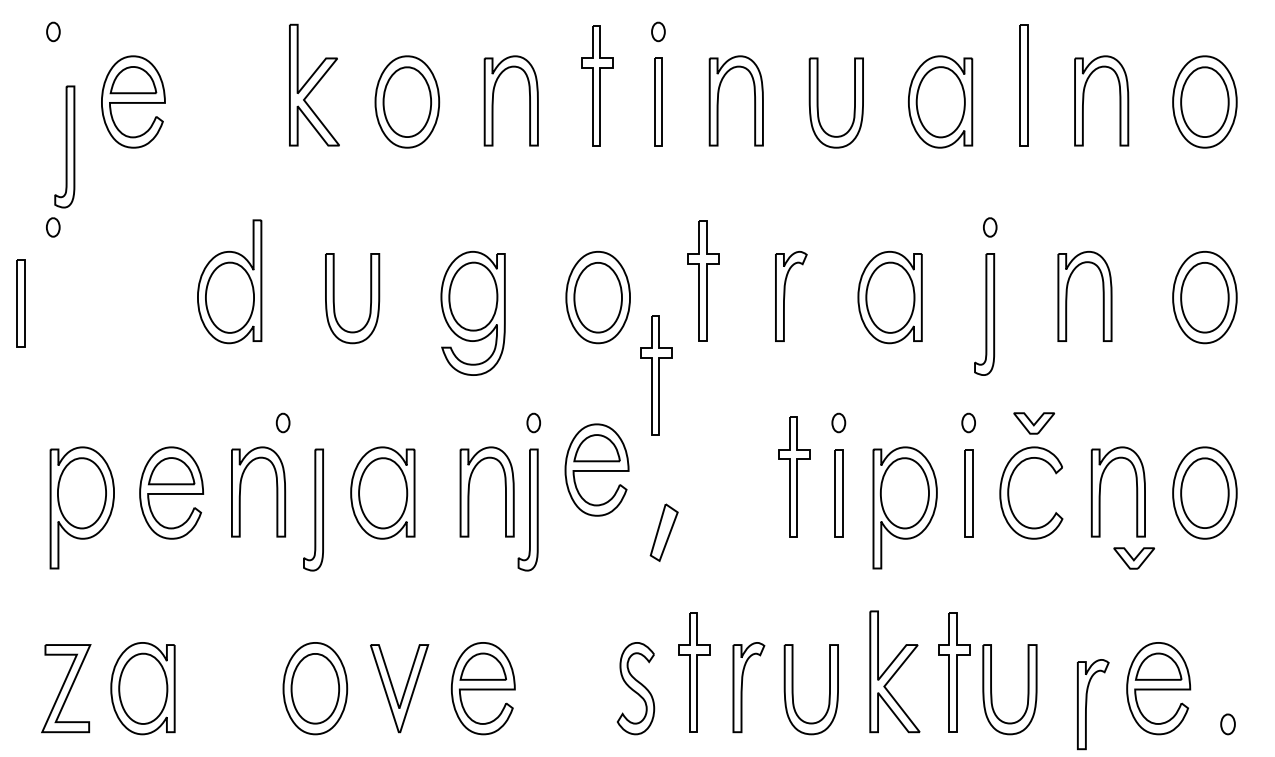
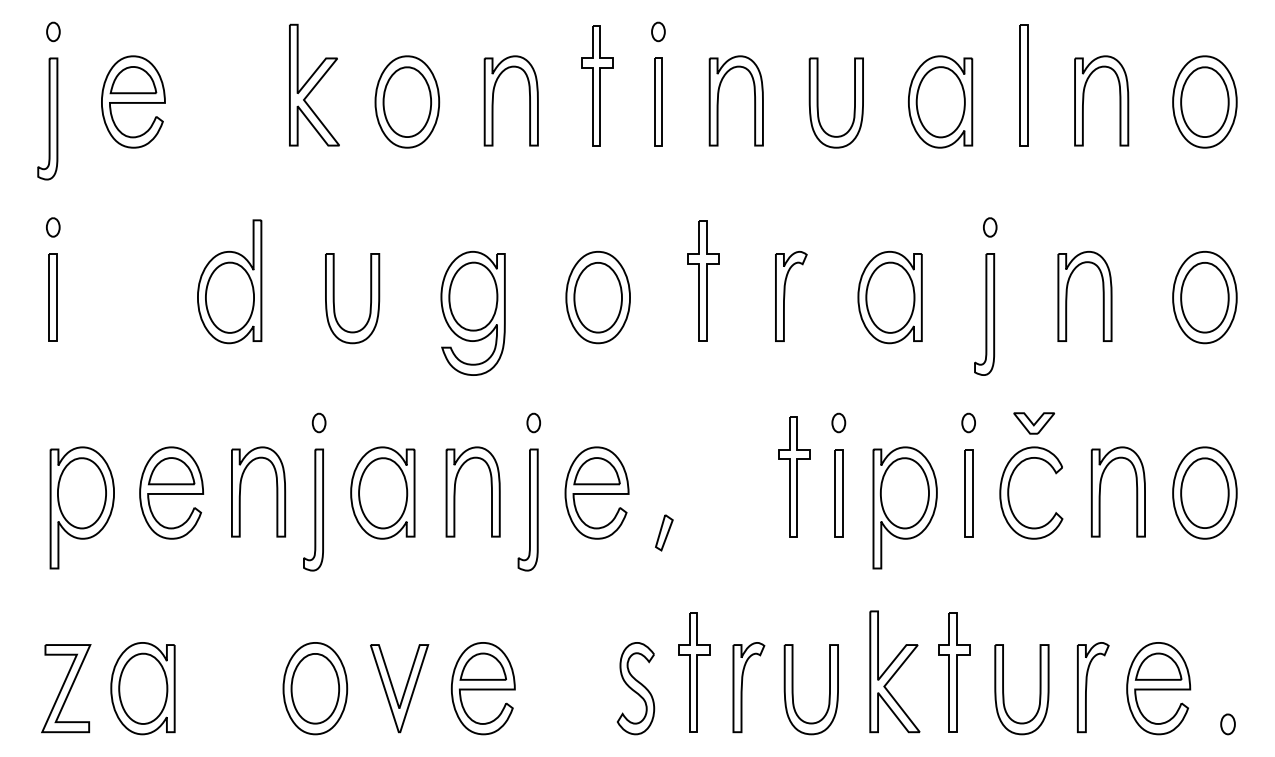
part at (64, 146) position: (64, 146) -> (47, 118)
part at (20, 303) position: (20, 303) -> (52, 297)
part at (656, 375): present -> none
part at (282, 422) position: (282, 422) -> (318, 422)
part at (596, 469) position: (596, 469) -> (596, 492)
part at (469, 491) position: (469, 491) -> (455, 491)
part at (663, 532) size: 30x59 px -> 19x38 px
part at (1133, 558): present -> none
part at (992, 693) position: (992, 693) -> (1004, 693)
part at (1087, 703) position: (1087, 703) -> (1087, 686)
